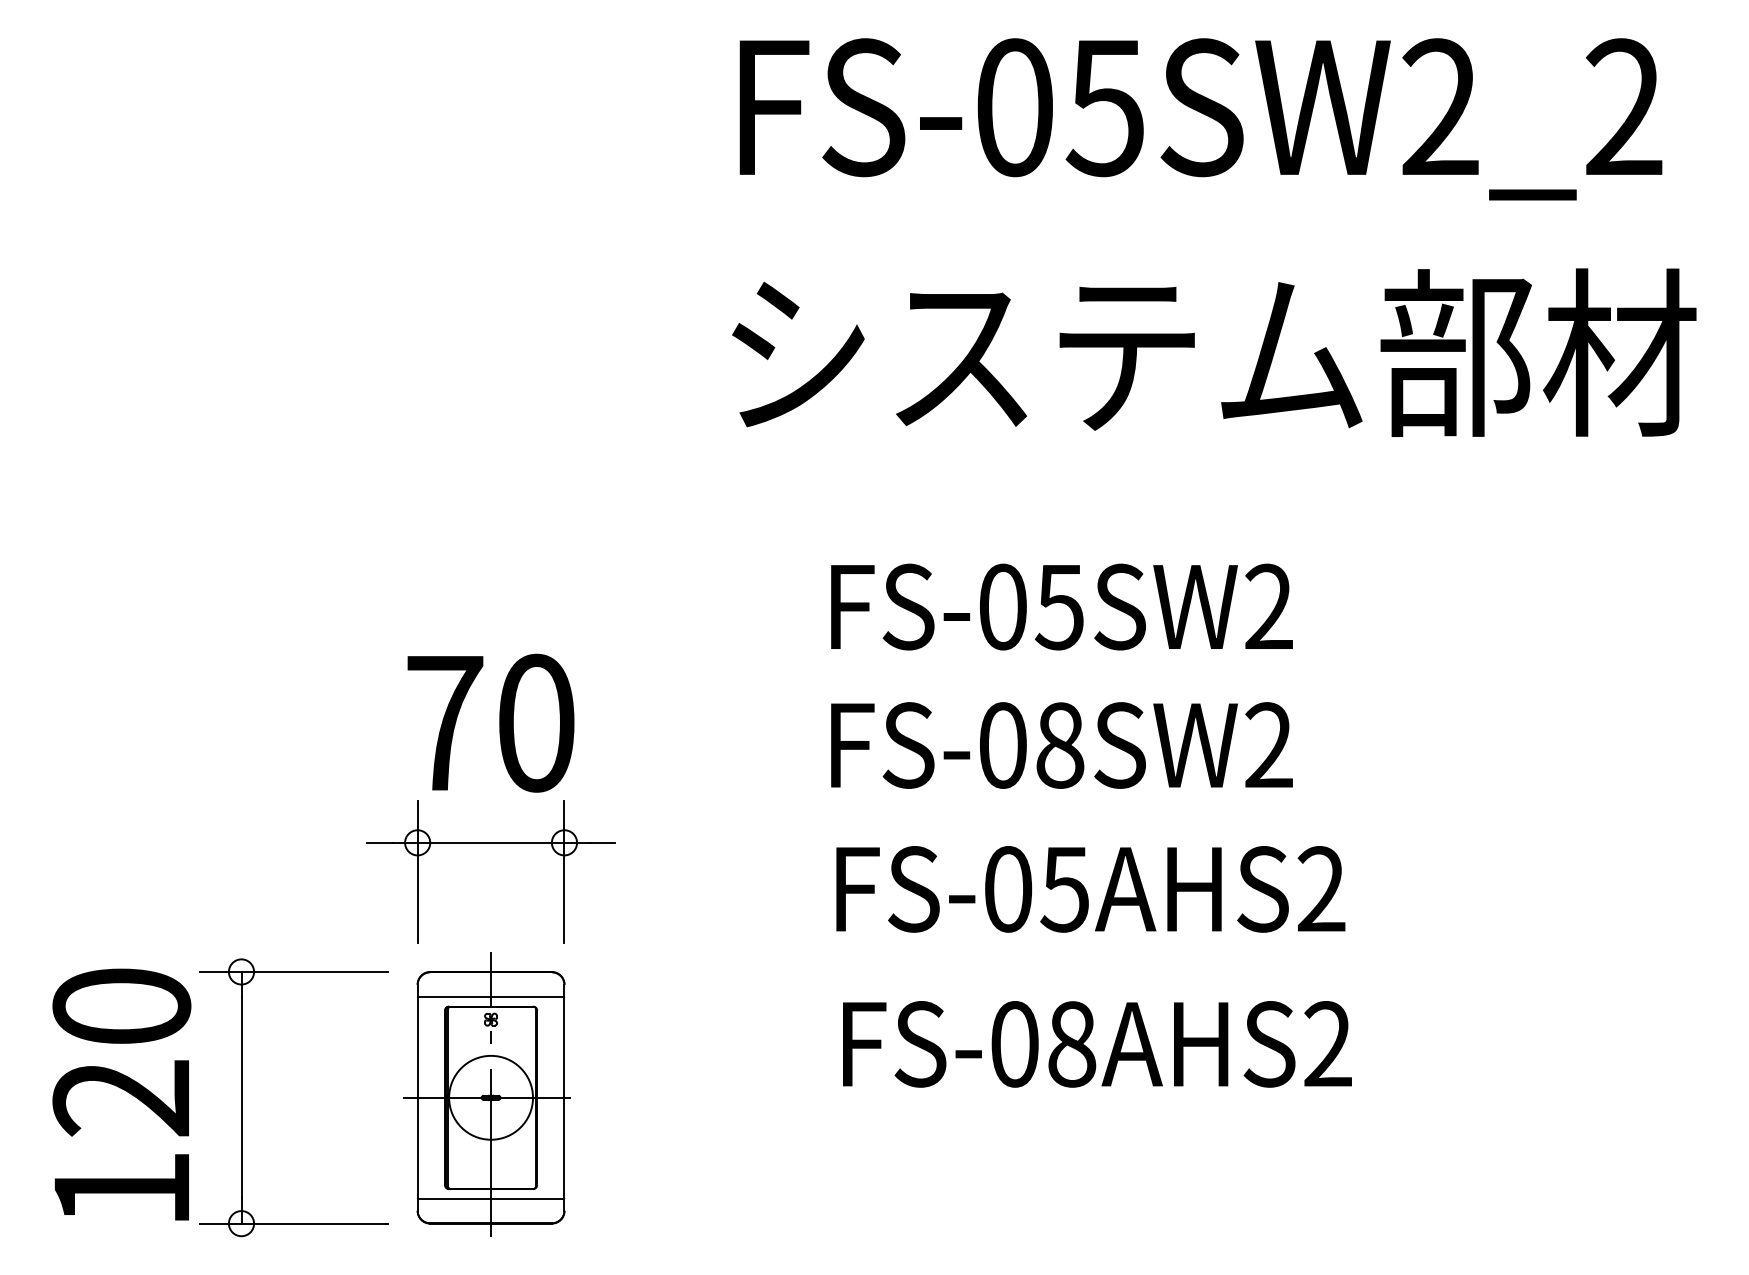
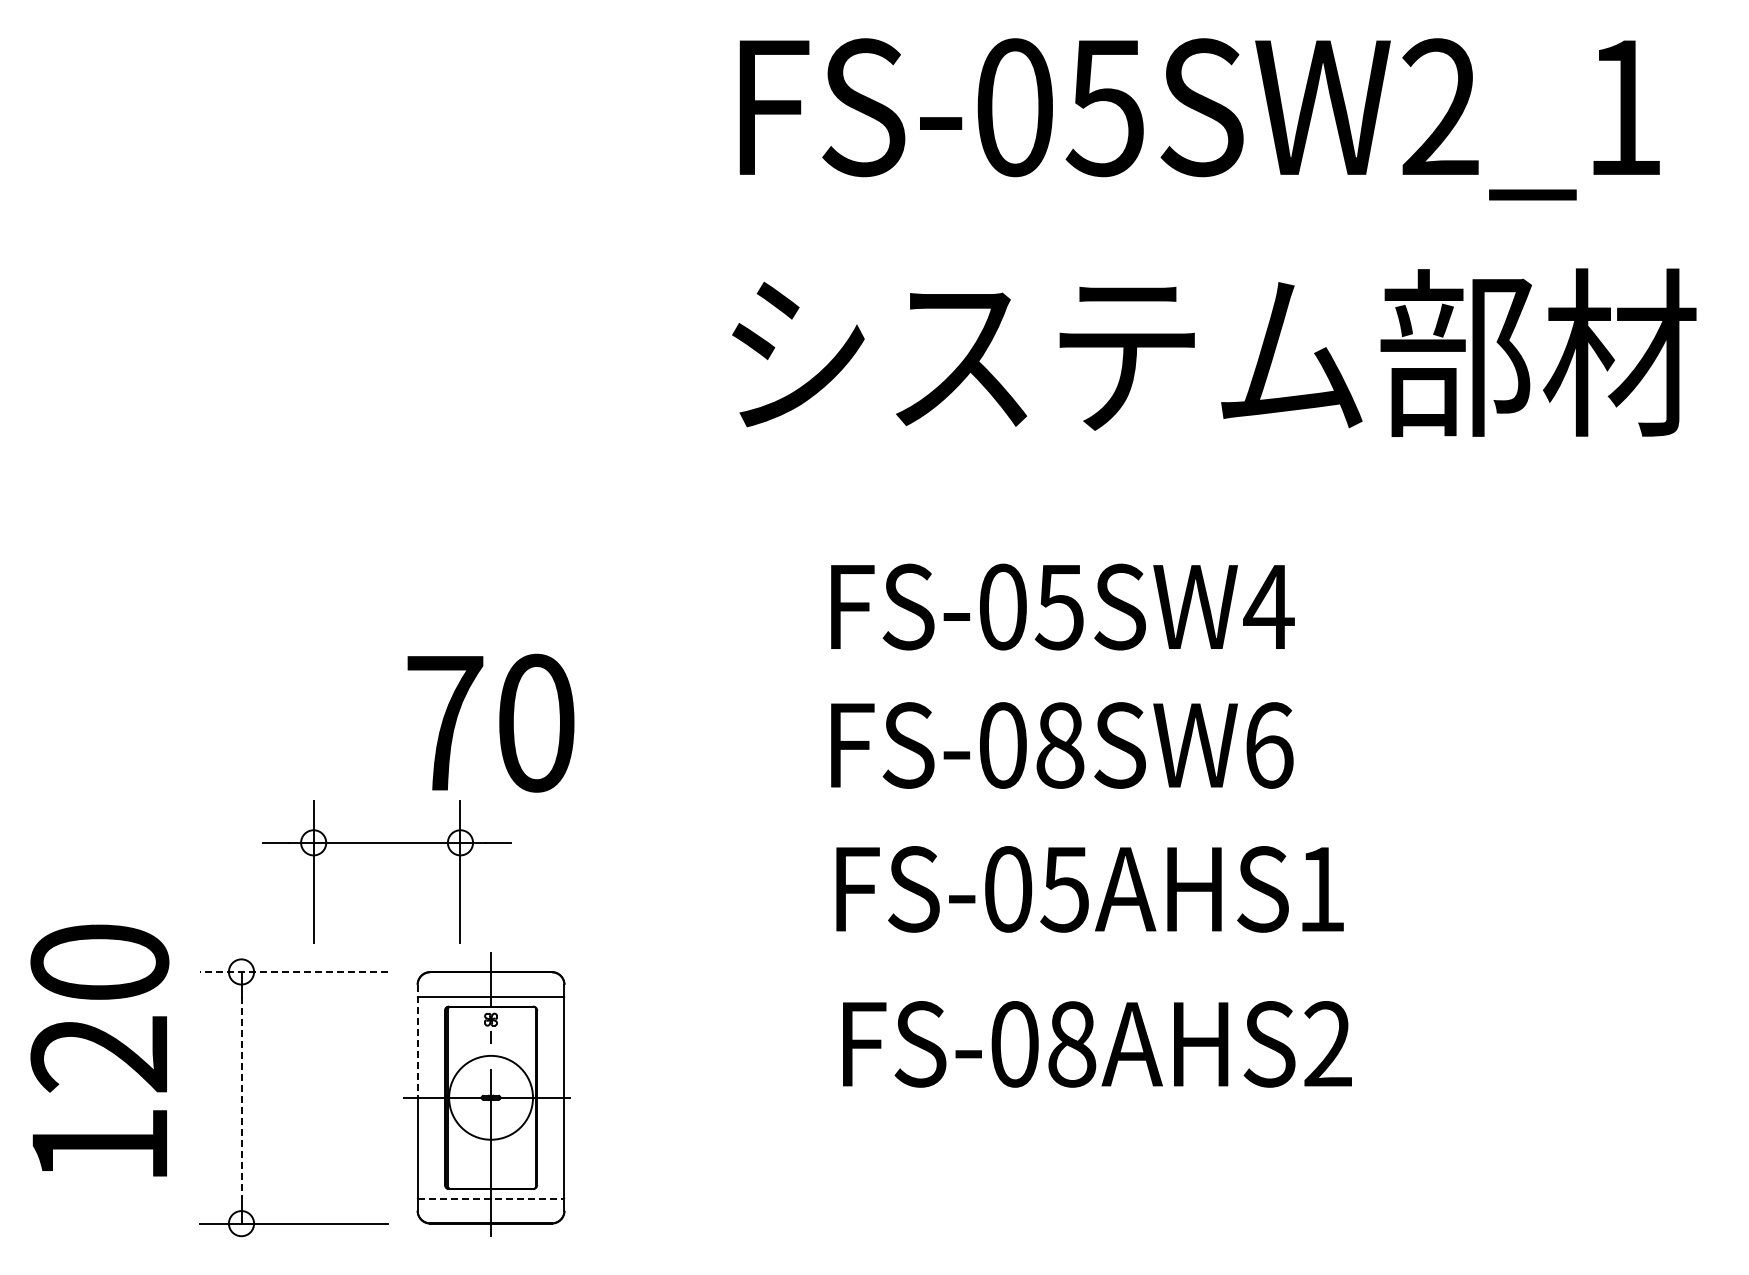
text at (1623, 106): FS-05SW2_2 -> FS-05SW2_1
text at (1268, 605): FS-05SW2 -> FS-05SW4
text at (1269, 745): FS-08SW2 -> FS-08SW6
part at (490, 843) position: (490, 843) -> (386, 843)
text at (1321, 888): FS-05AHS2 -> FS-05AHS1
line at (293, 971): solid -> dashed
line at (417, 1041): solid -> dashed
text at (121, 1094) position: (121, 1094) -> (99, 1050)
line at (241, 1097): solid -> dashed
line at (491, 1198): solid -> dashed
